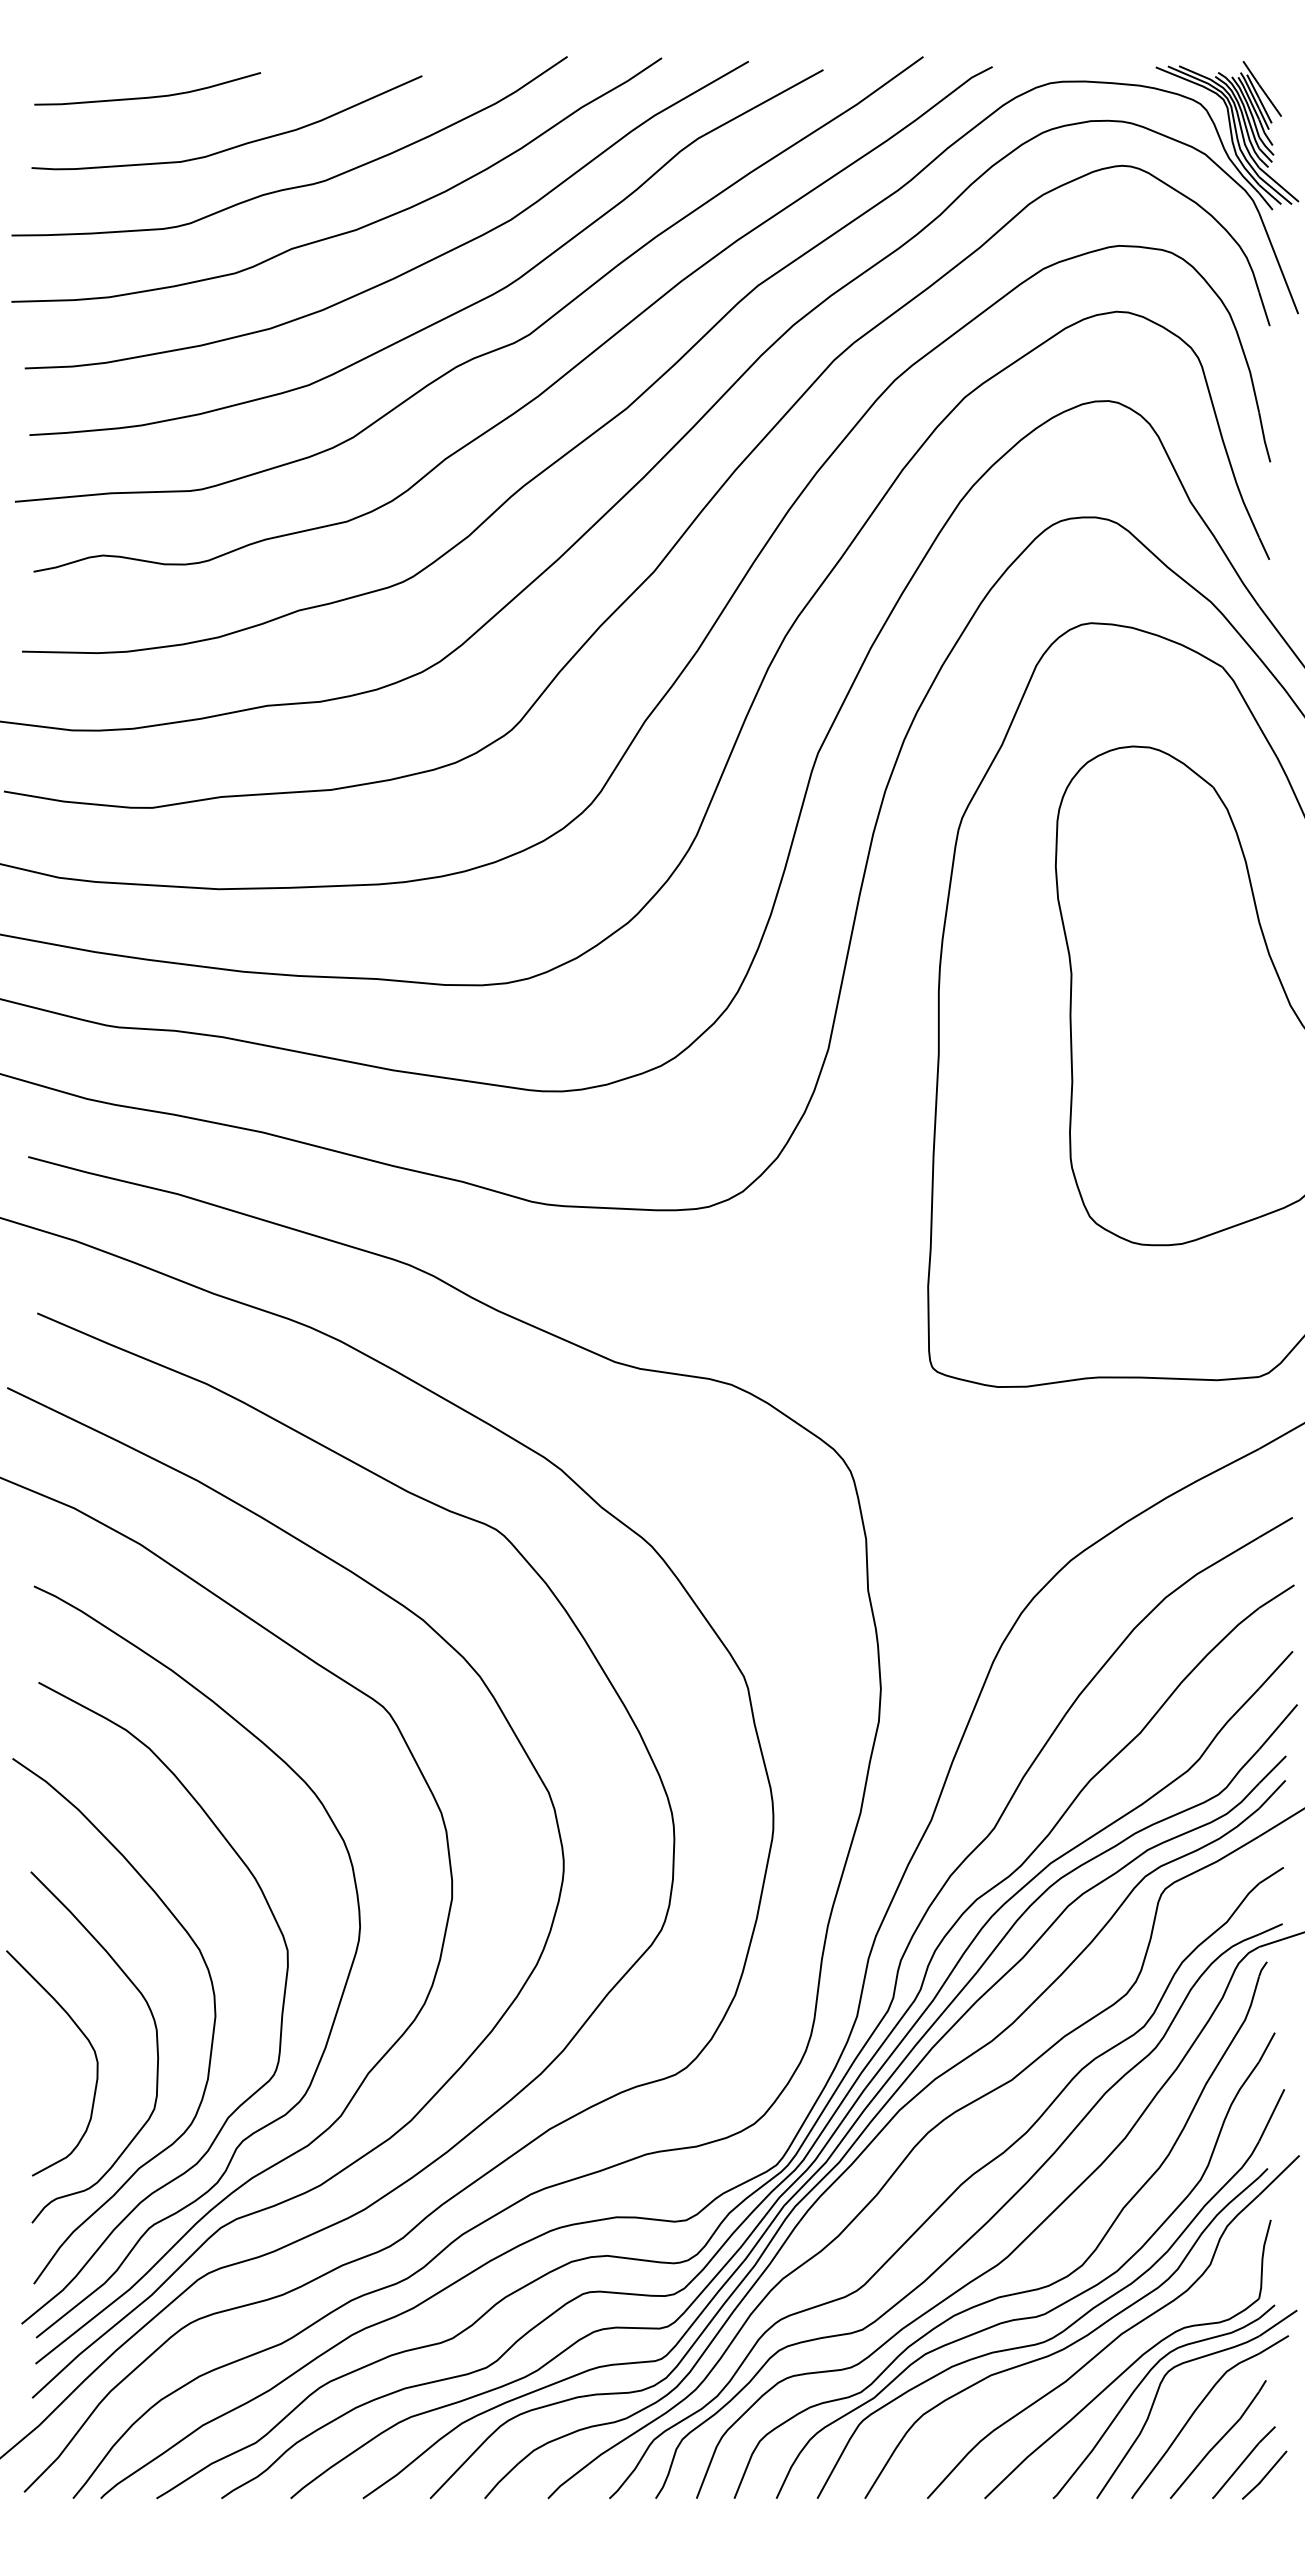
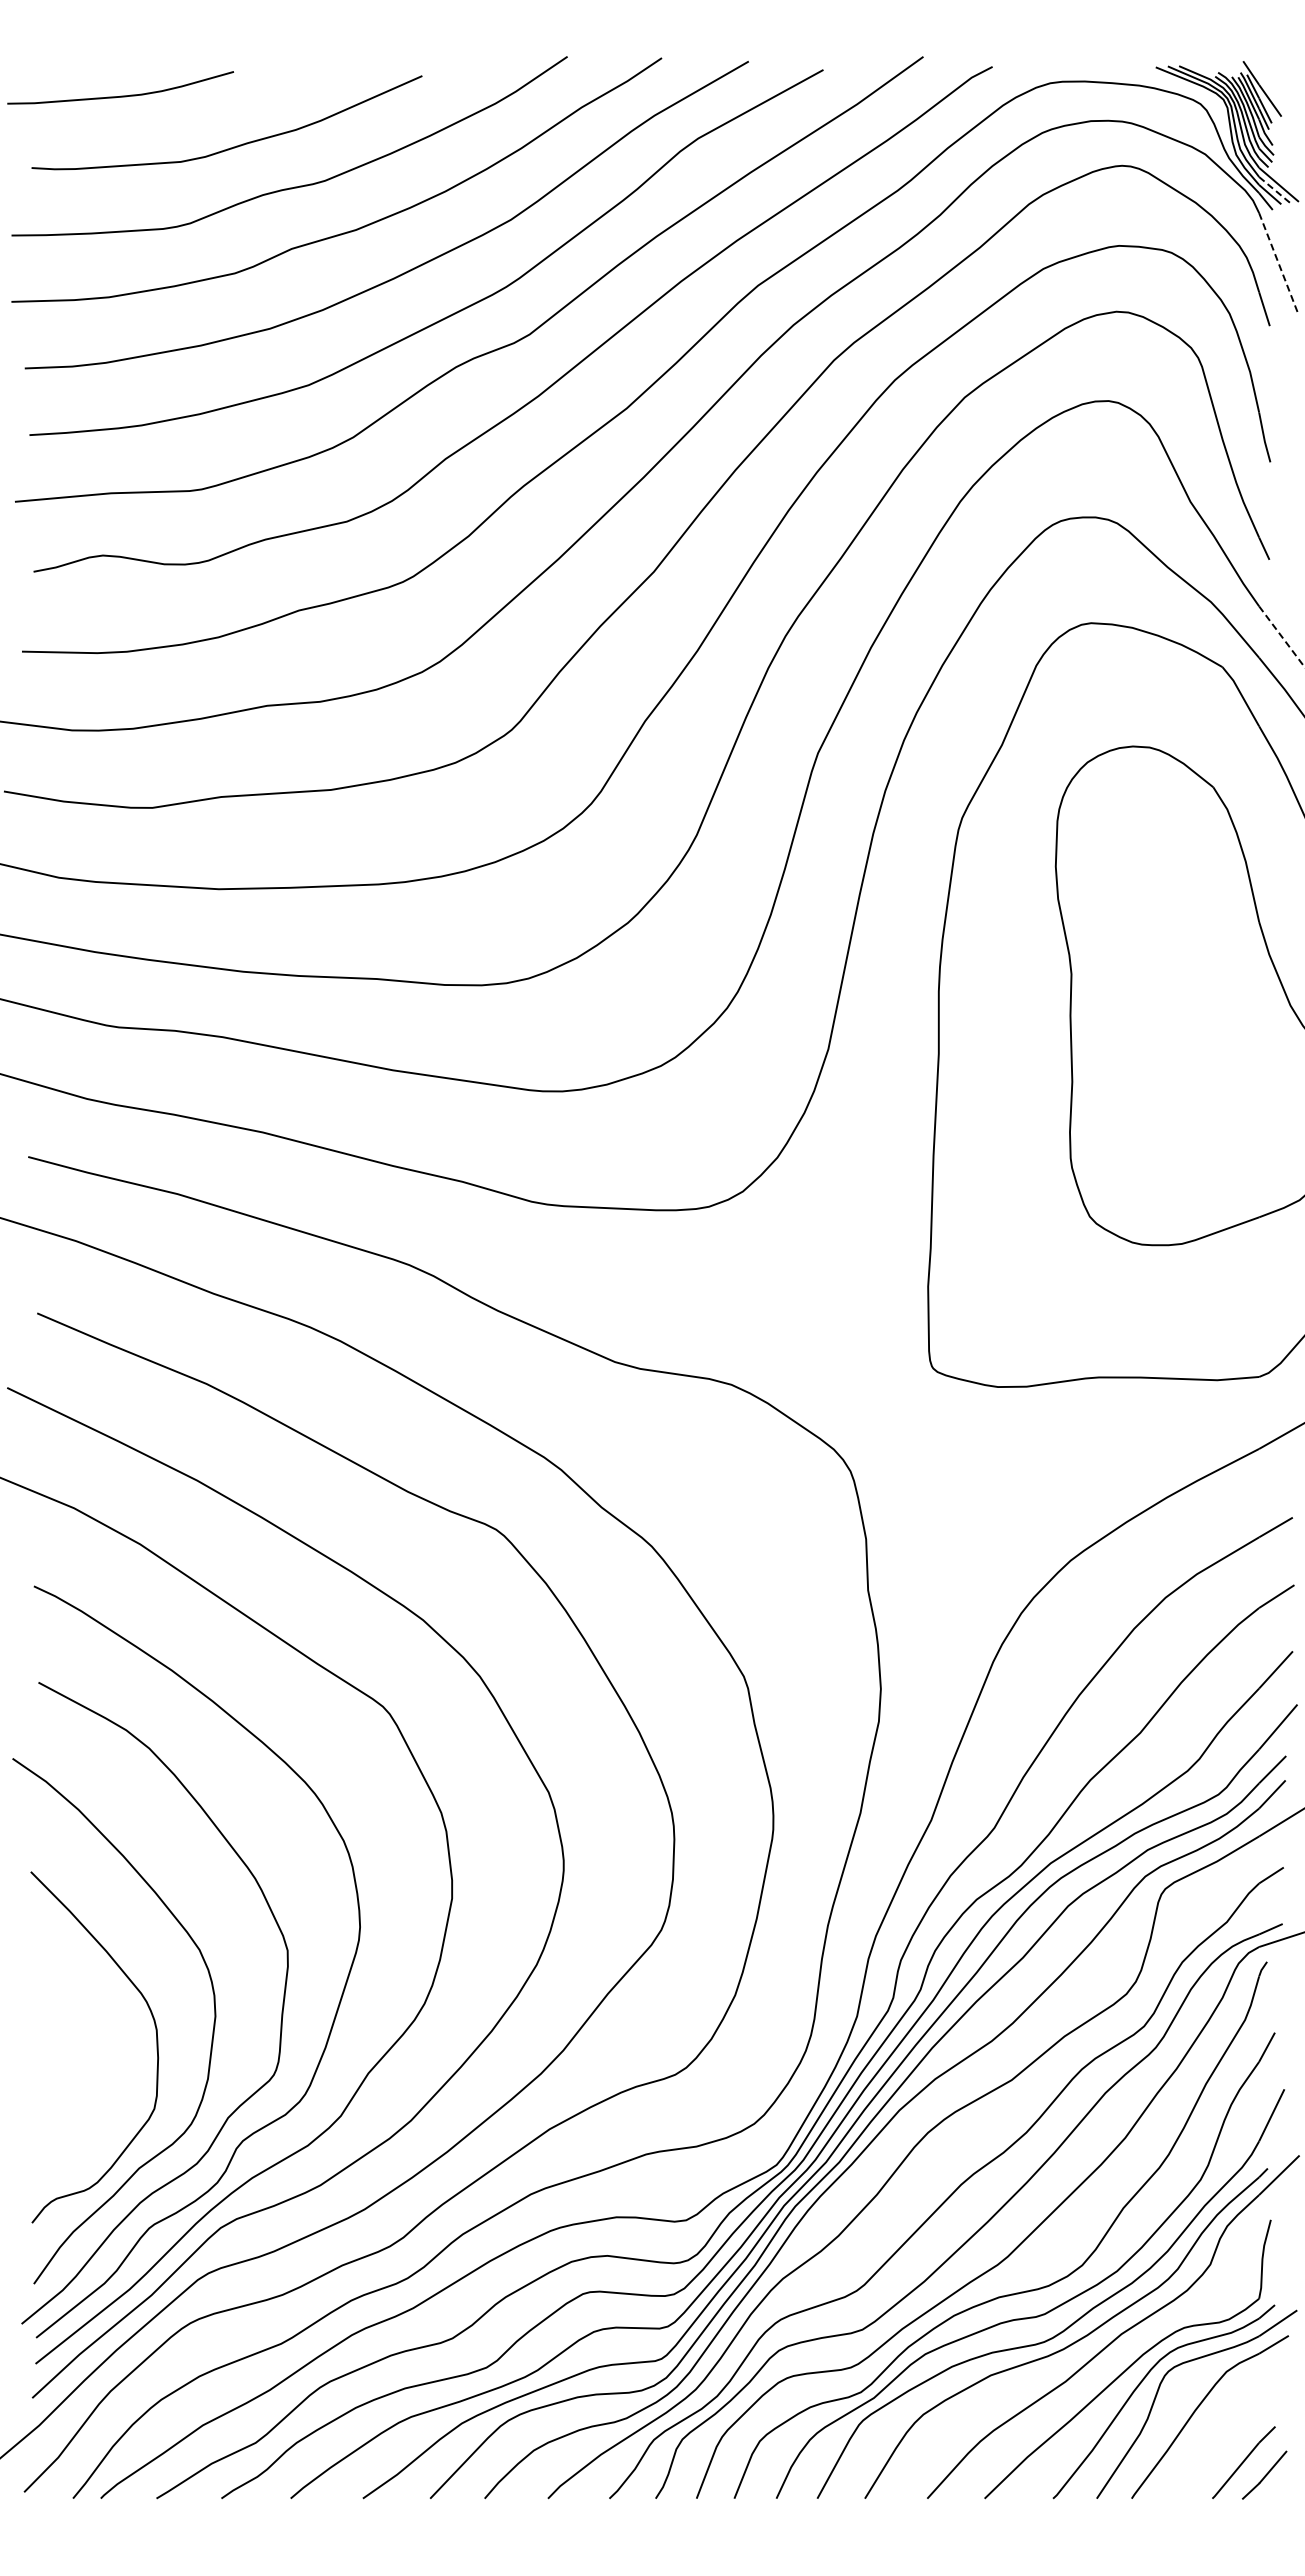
curve at (147, 96) position: (147, 96) -> (120, 95)
line at (1275, 191): solid -> dashed
line at (1278, 264): solid -> dashed
line at (1282, 637): solid -> dashed
curve at (89, 2044): present -> none
part at (1218, 2439): present -> none
